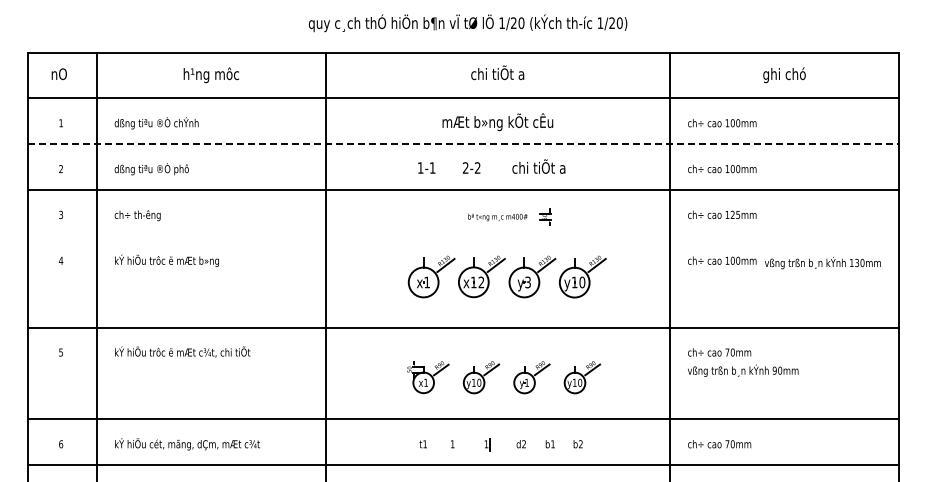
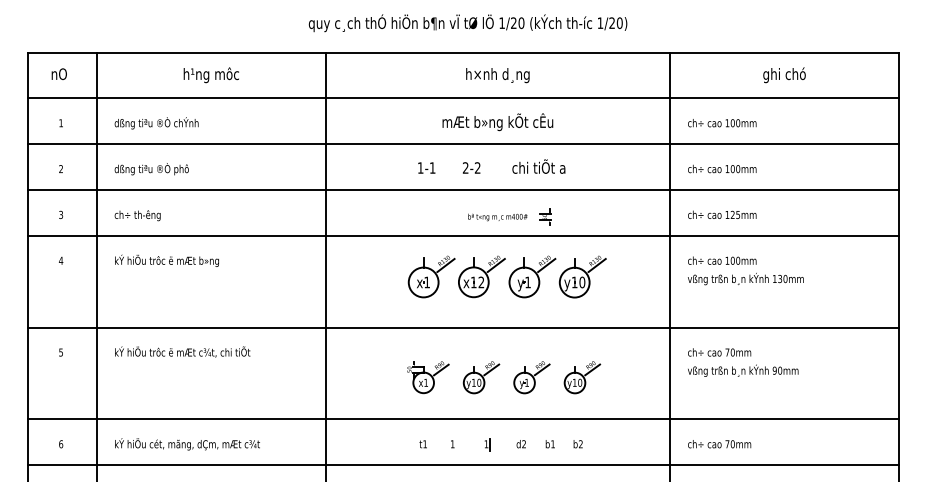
text at (497, 74): chi tiÕt a -> h×nh d¸ng
line at (463, 144): dashed -> solid
line at (463, 236): none -> present
text at (822, 263) position: (822, 263) -> (745, 279)
text at (527, 282): y3 -> y1
